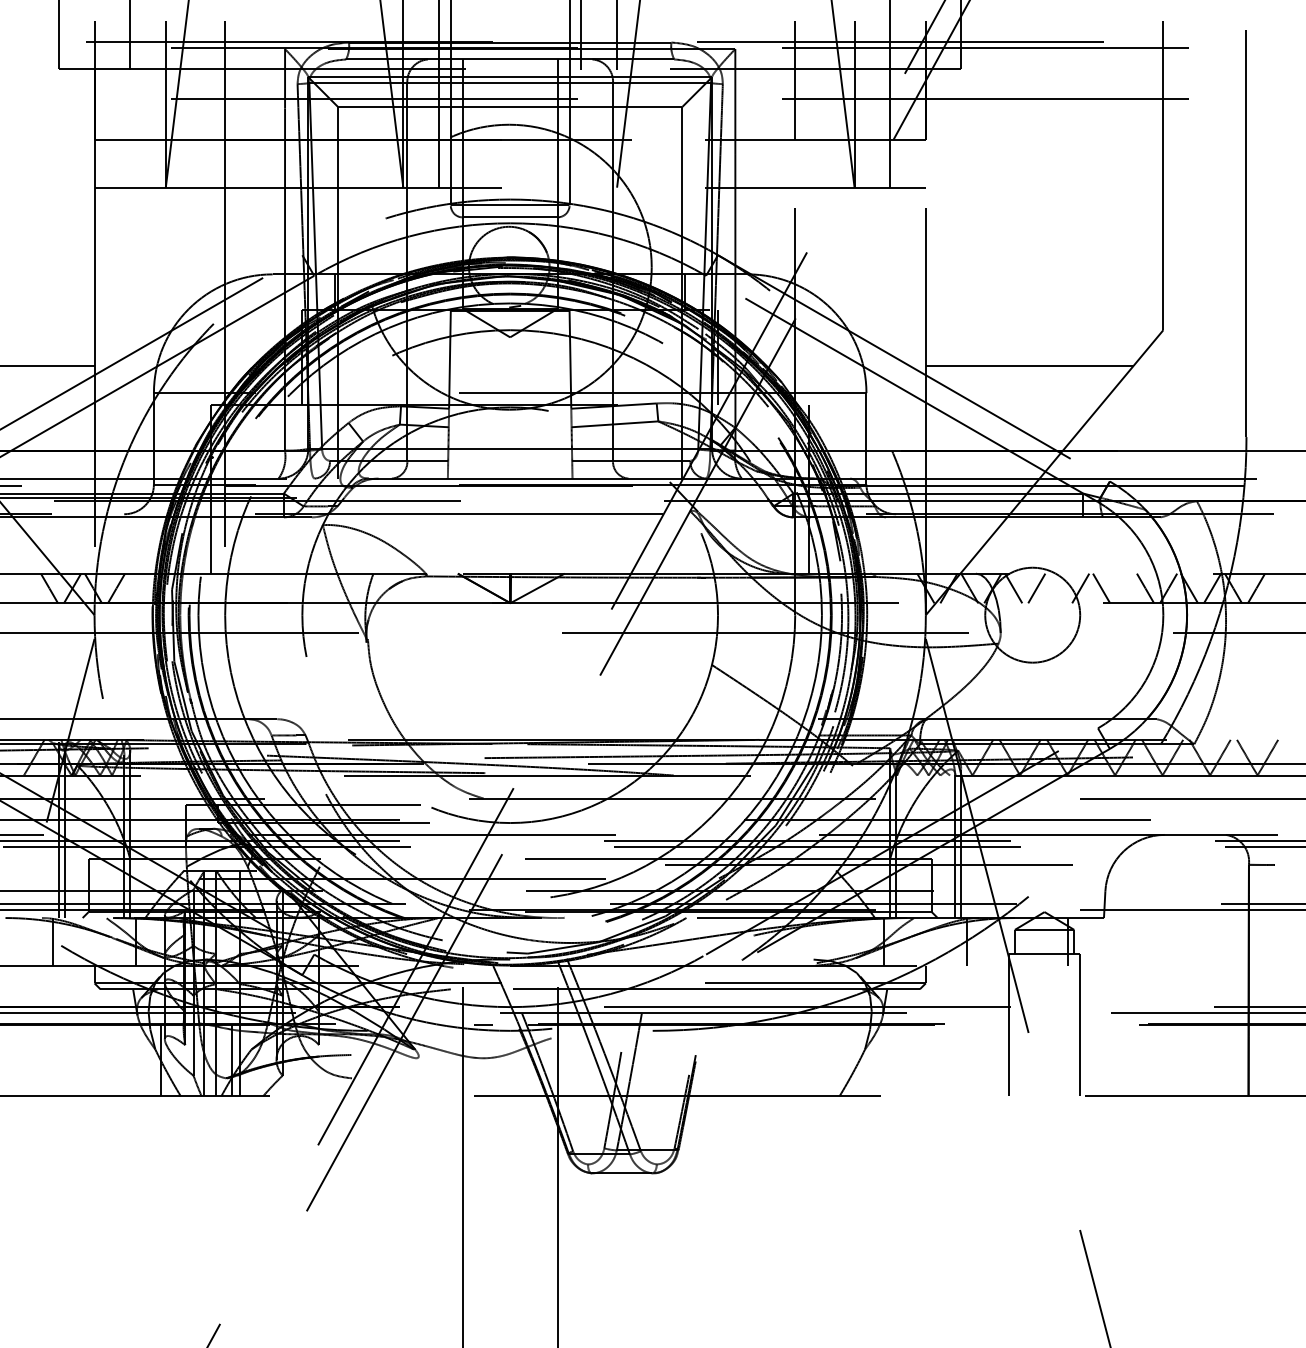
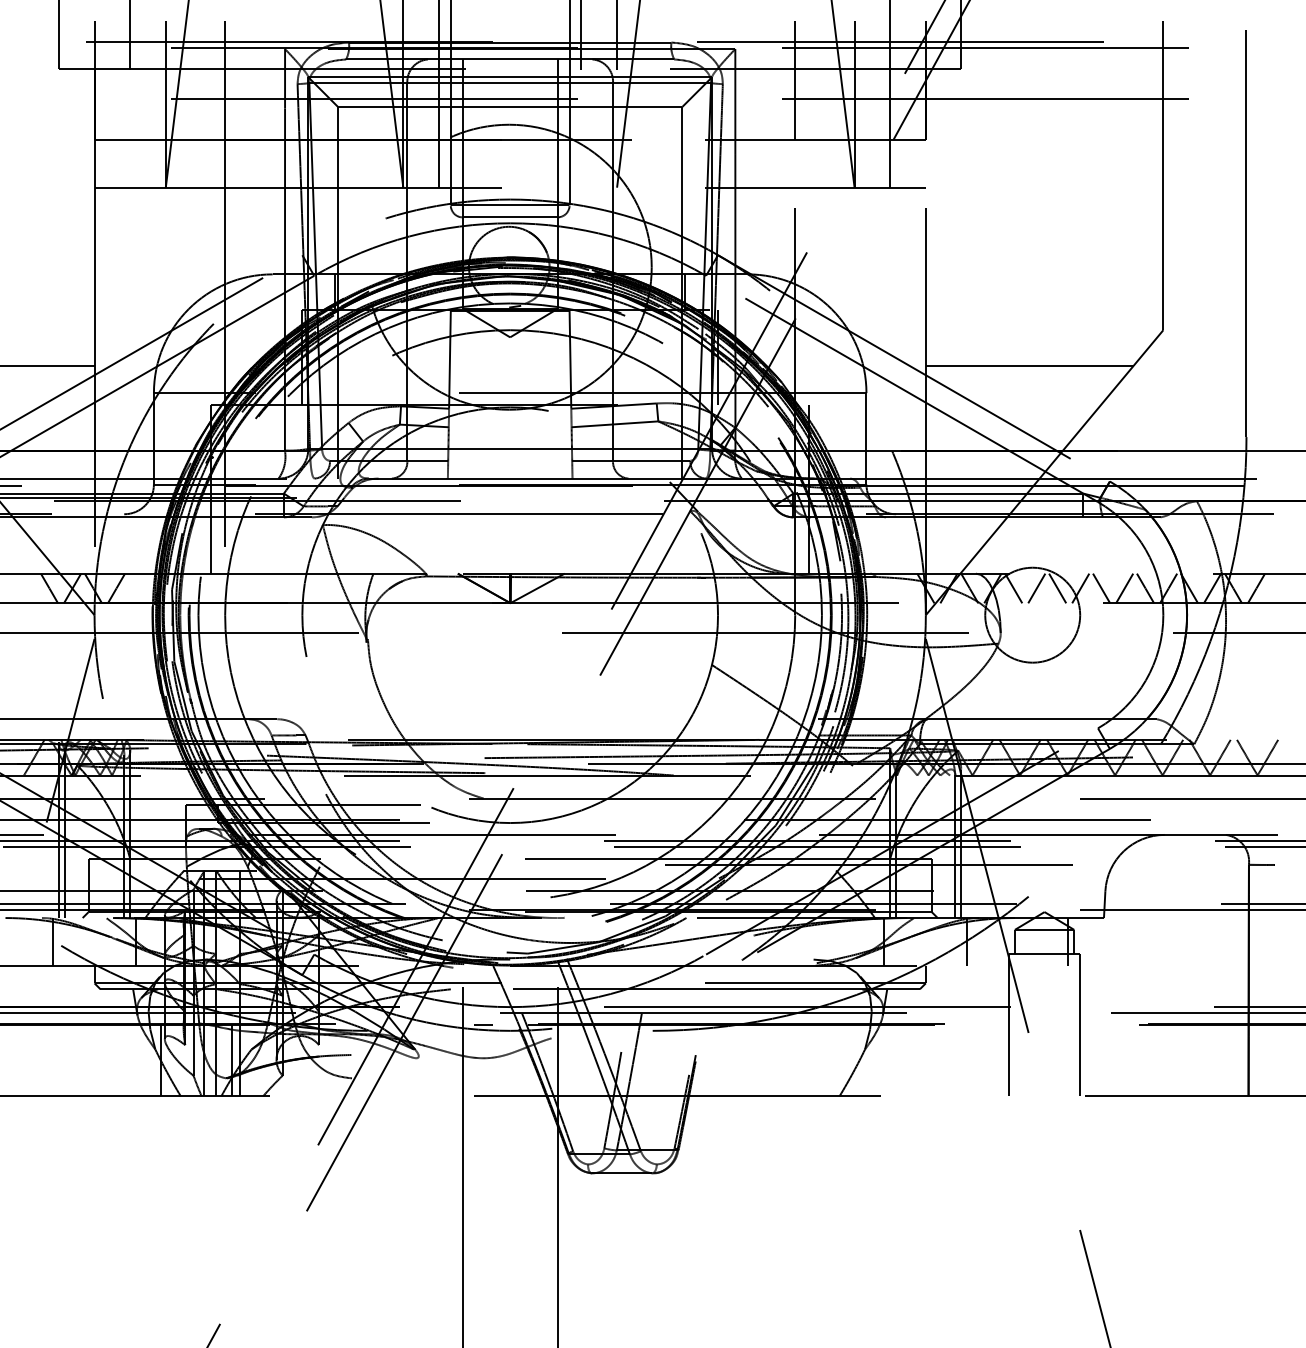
line at (1057, 588): none -> present
line at (1124, 588): none -> present
